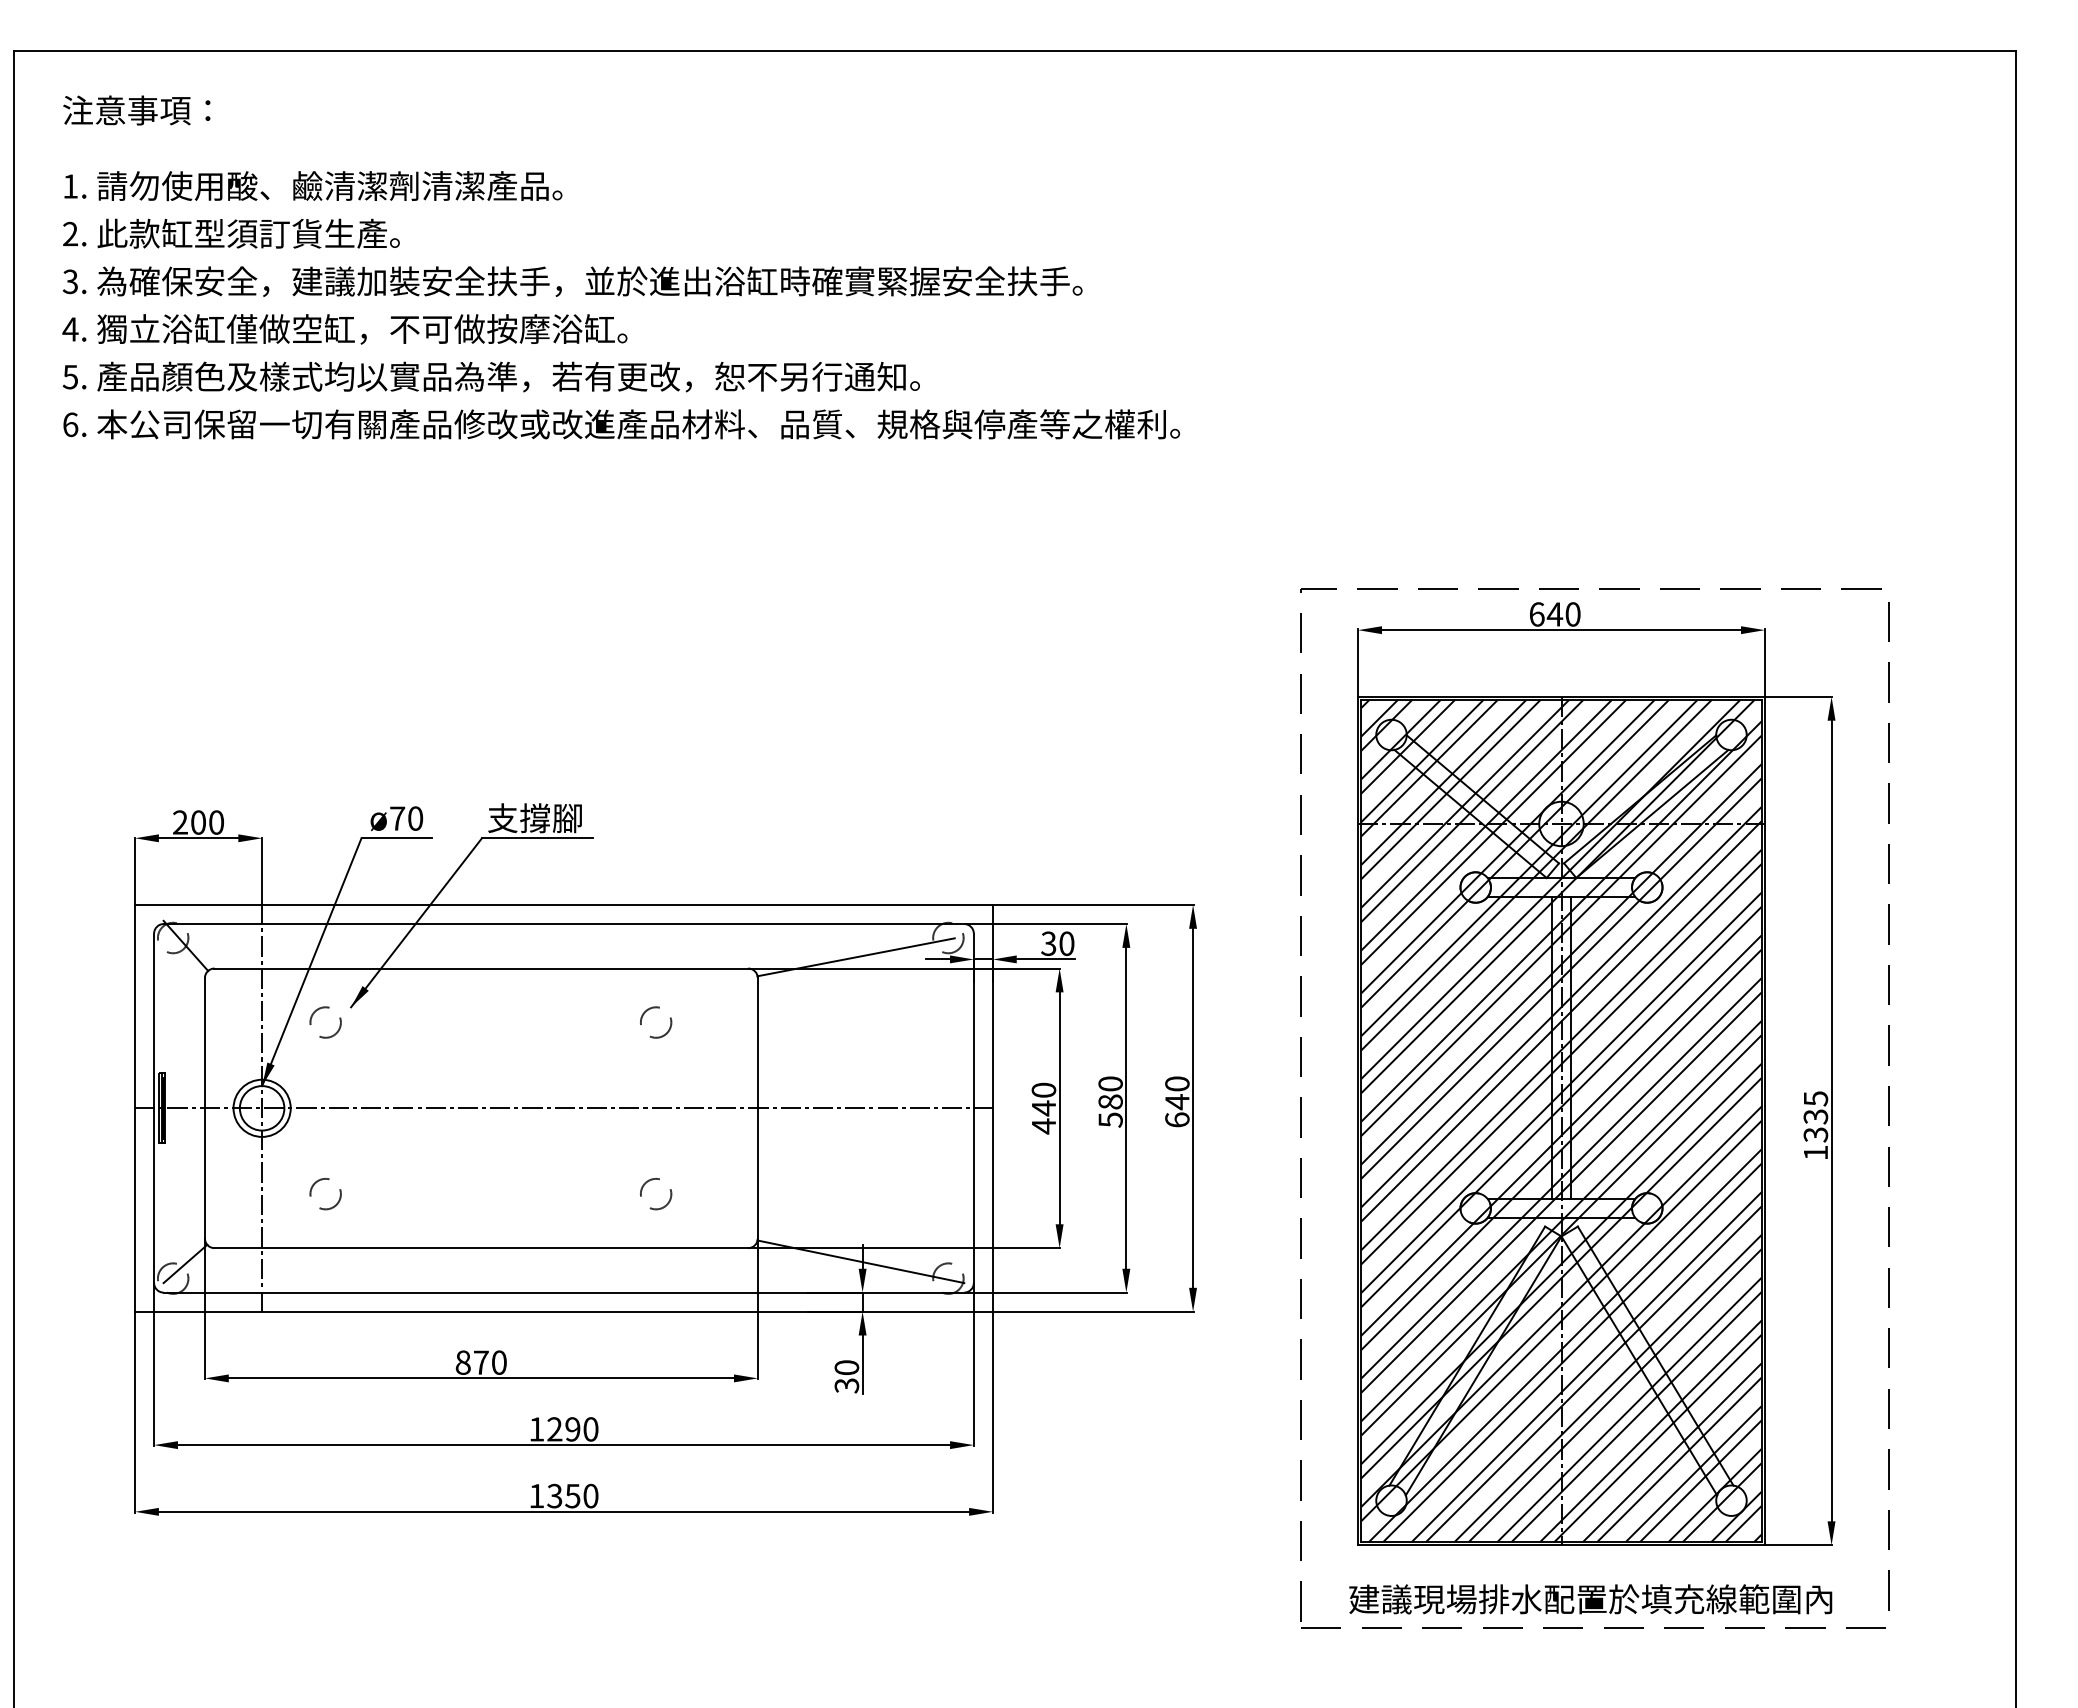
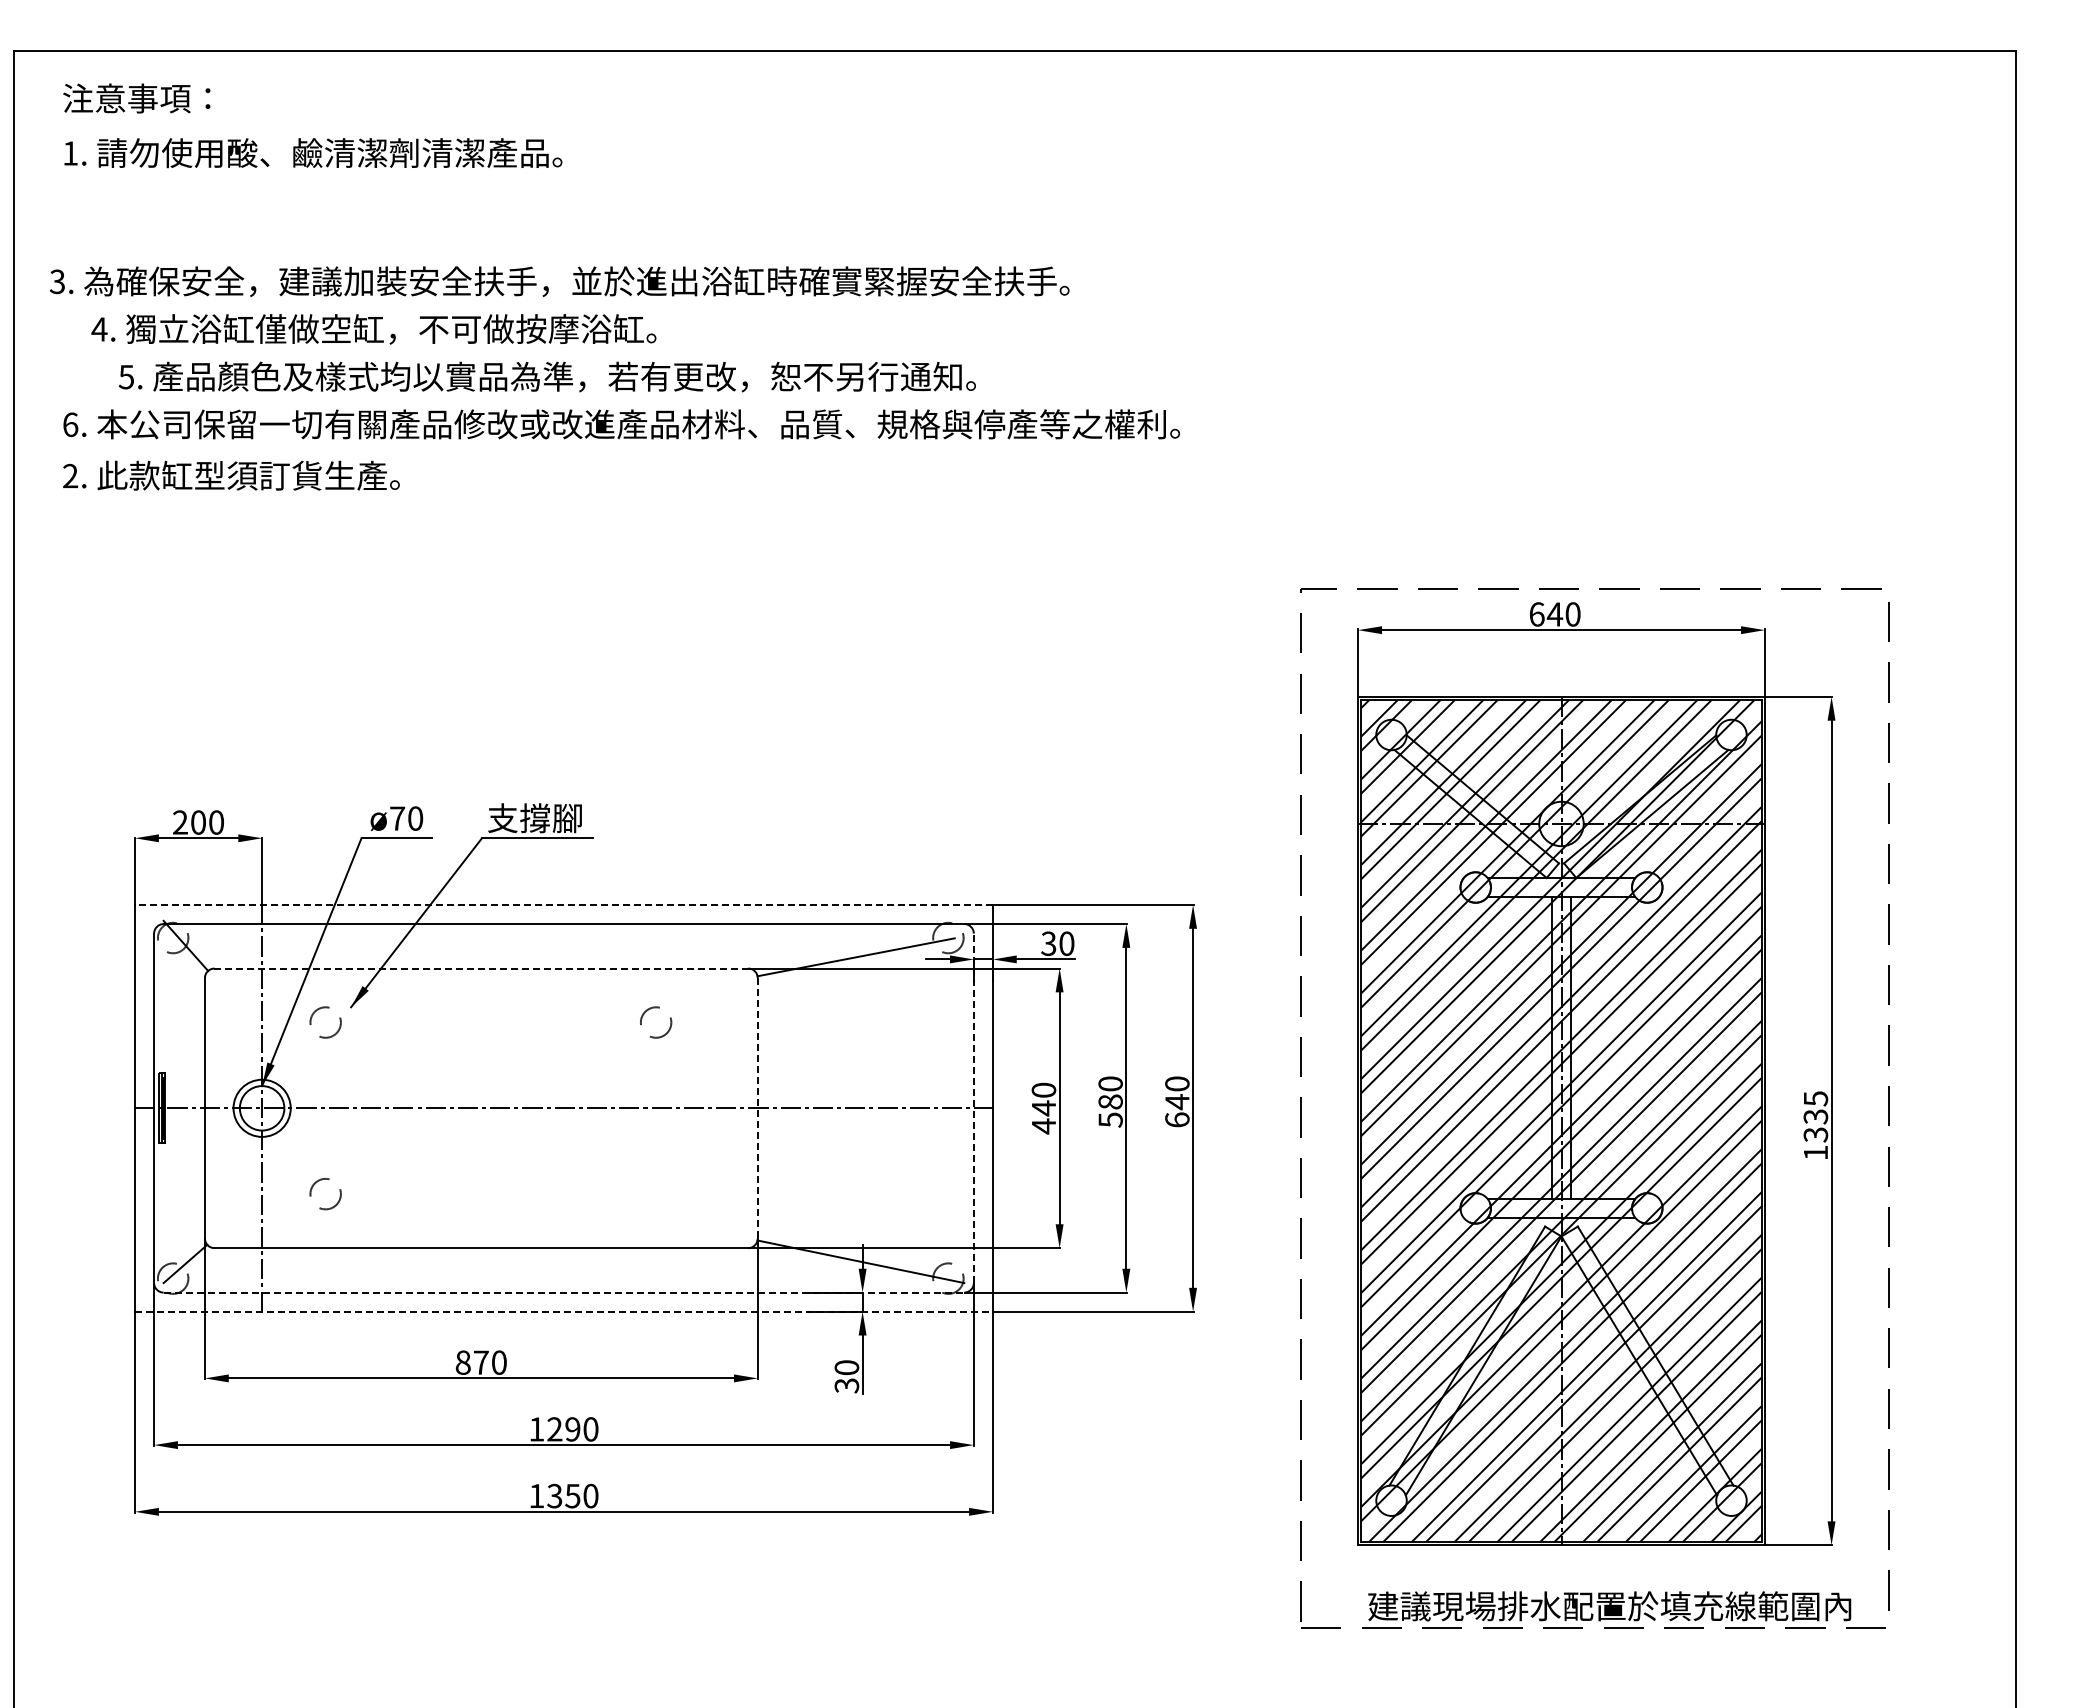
text at (136, 110) position: (136, 110) -> (136, 98)
text at (313, 186) position: (313, 186) -> (313, 153)
text at (231, 233) position: (231, 233) -> (231, 475)
text at (572, 281) position: (572, 281) -> (559, 281)
text at (344, 329) position: (344, 329) -> (373, 329)
text at (490, 376) position: (490, 376) -> (546, 376)
line at (563, 904): solid -> dashed
line at (481, 968): solid -> dashed
line at (757, 1108): solid -> dashed
line at (973, 1108): solid -> dashed
circle at (656, 1194): present -> none
line at (564, 1292): solid -> dashed
line at (563, 1311): solid -> dashed
text at (1590, 1599) position: (1590, 1599) -> (1609, 1606)
